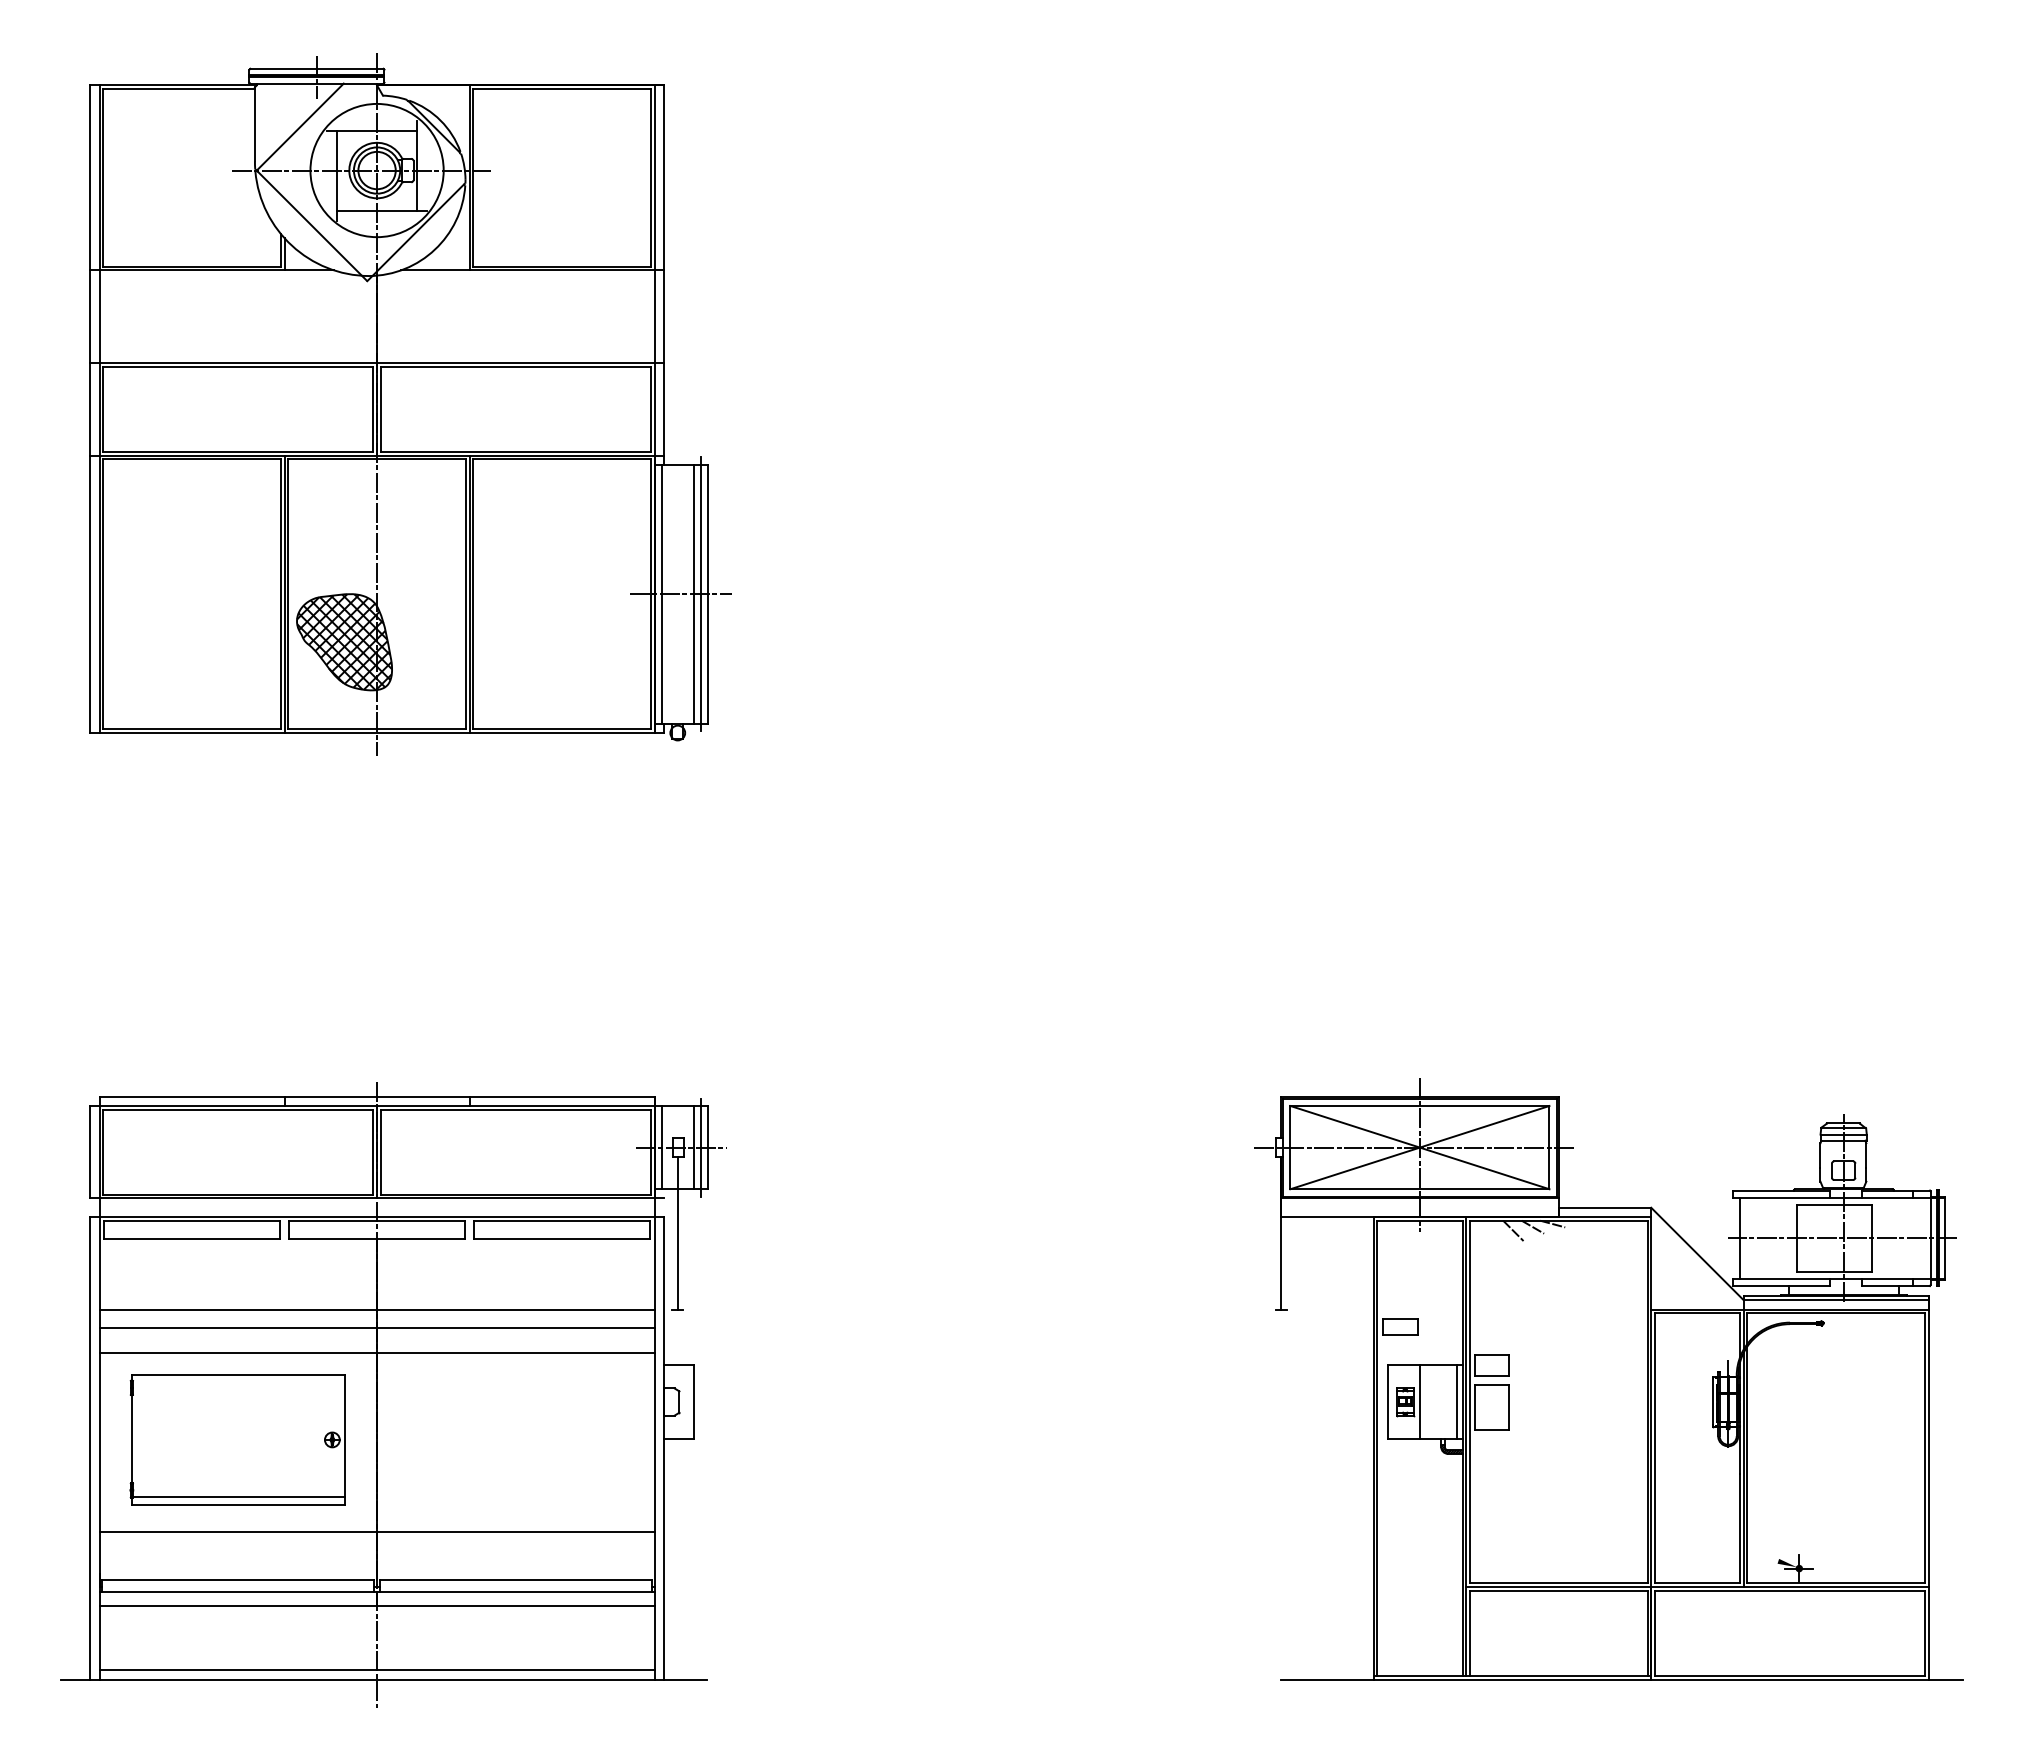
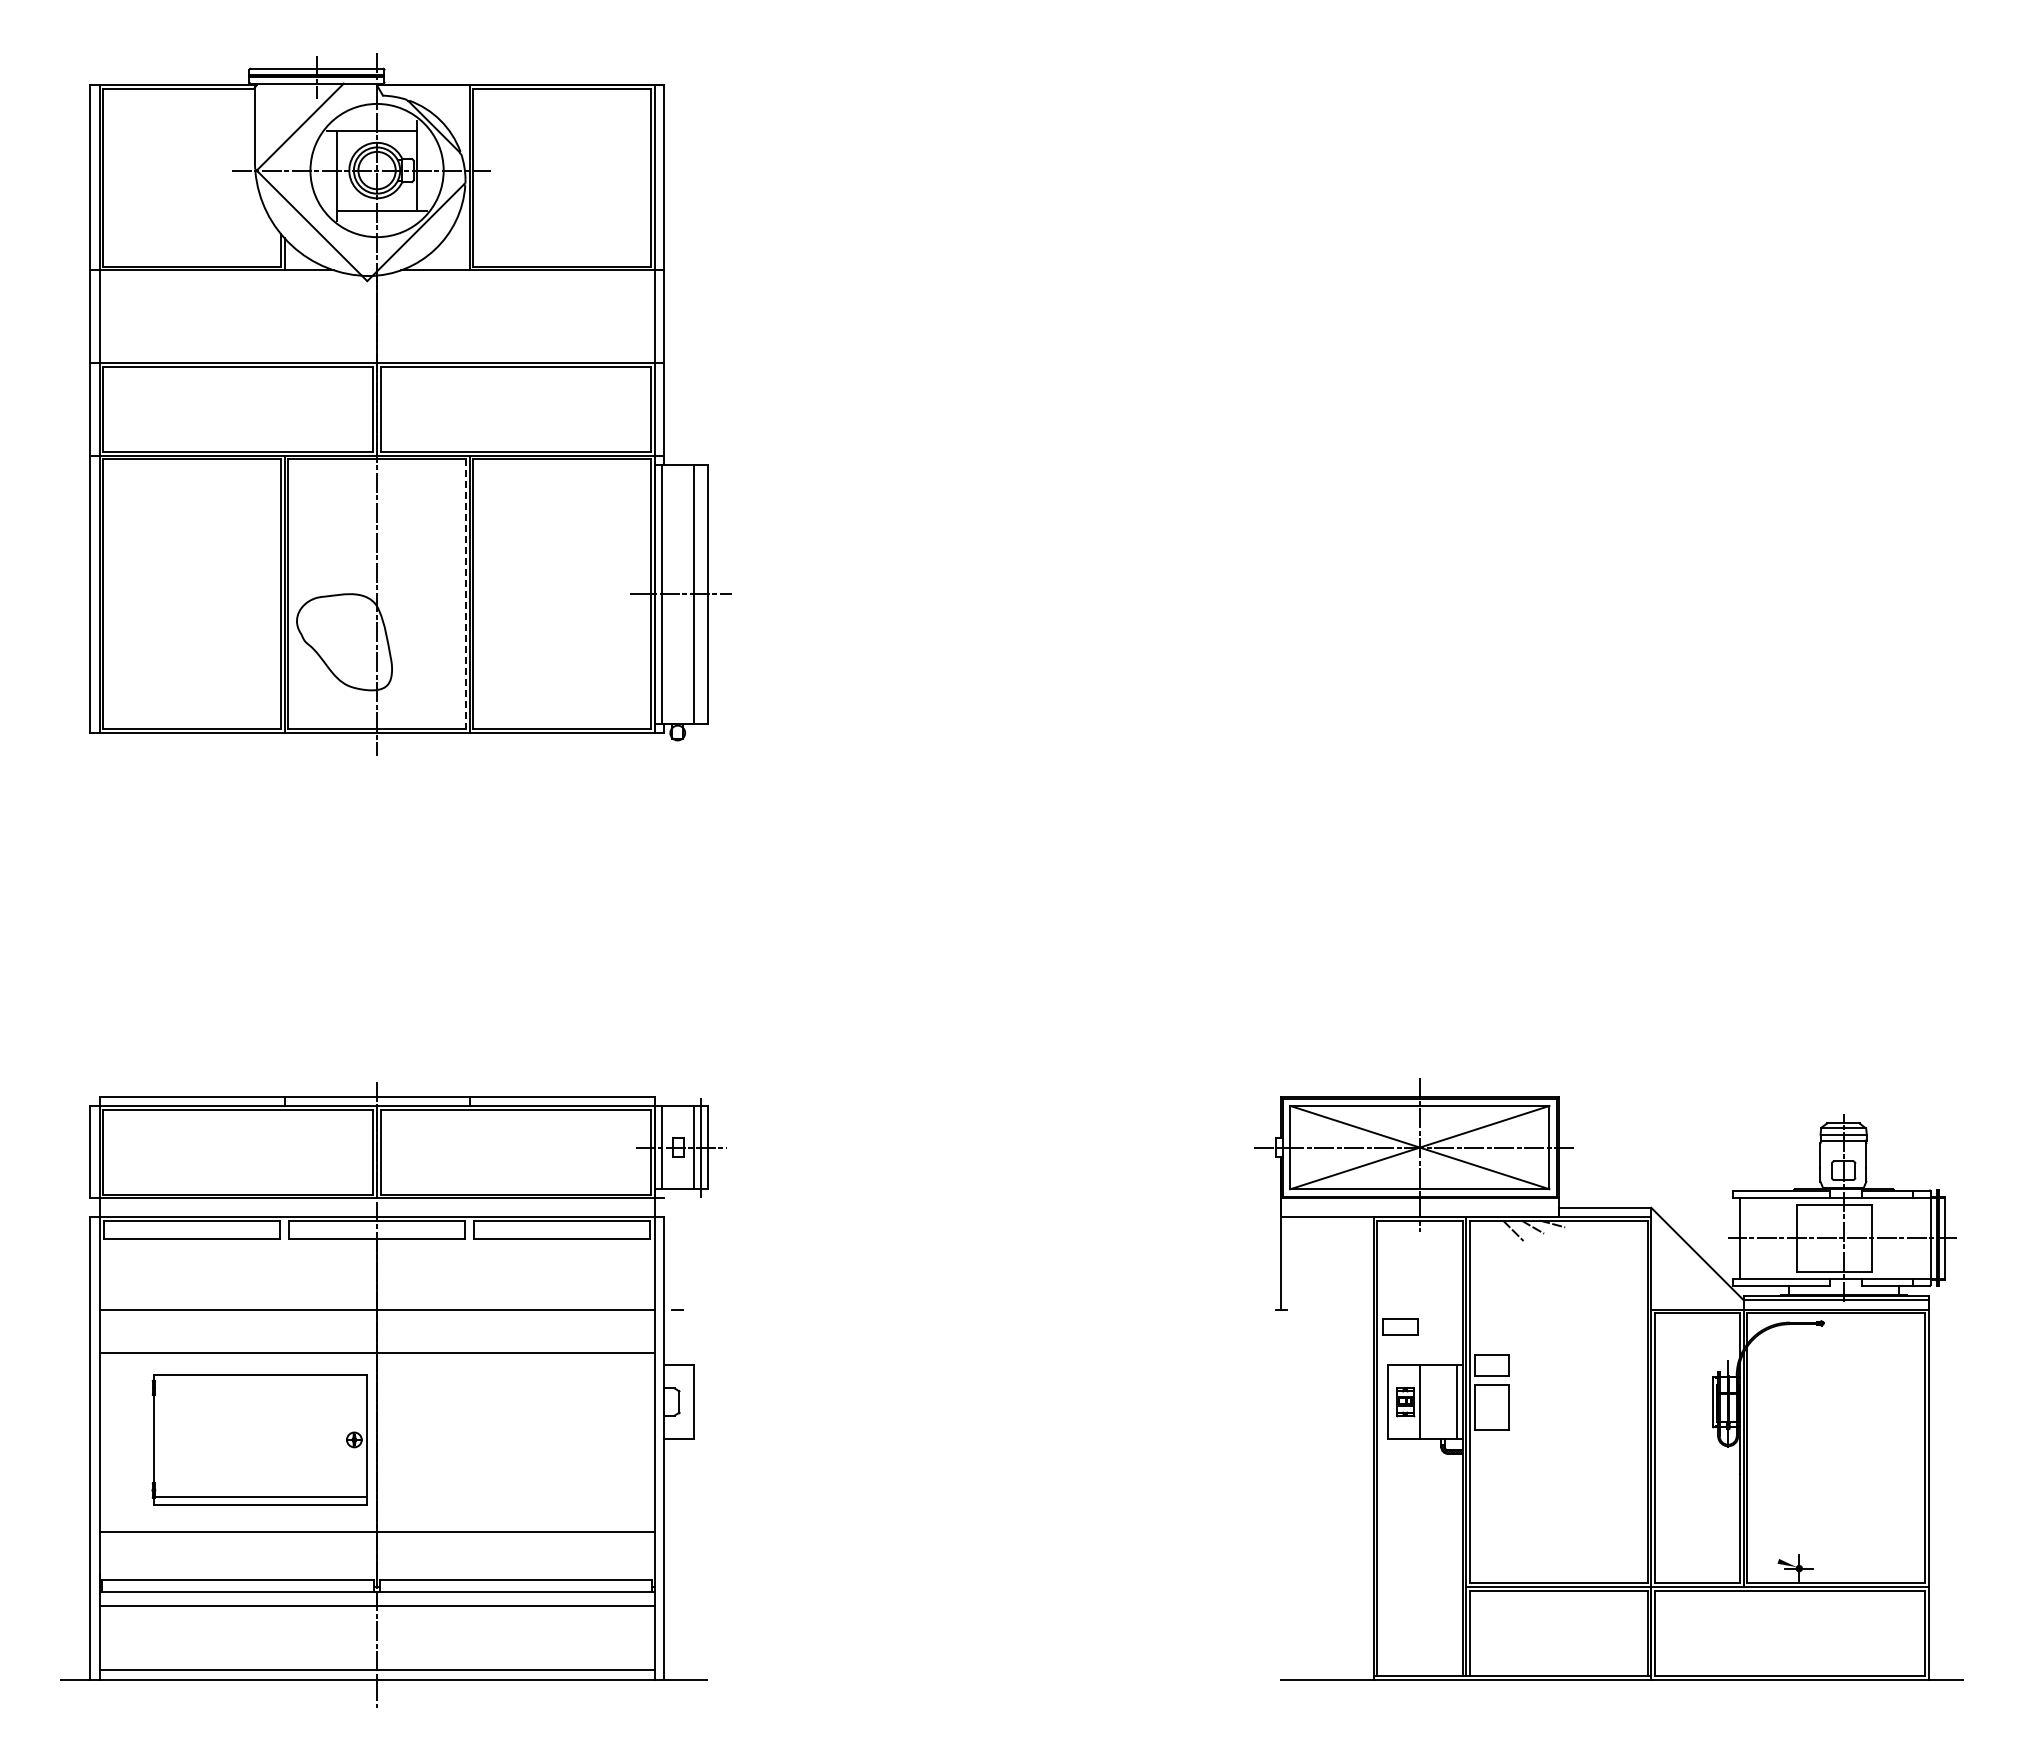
line at (465, 594): solid -> dashed
line at (700, 594): present -> none
hatch at (344, 642): present -> none
line at (677, 1232): present -> none
line at (376, 1328): present -> none
part at (237, 1439) position: (237, 1439) -> (259, 1439)
